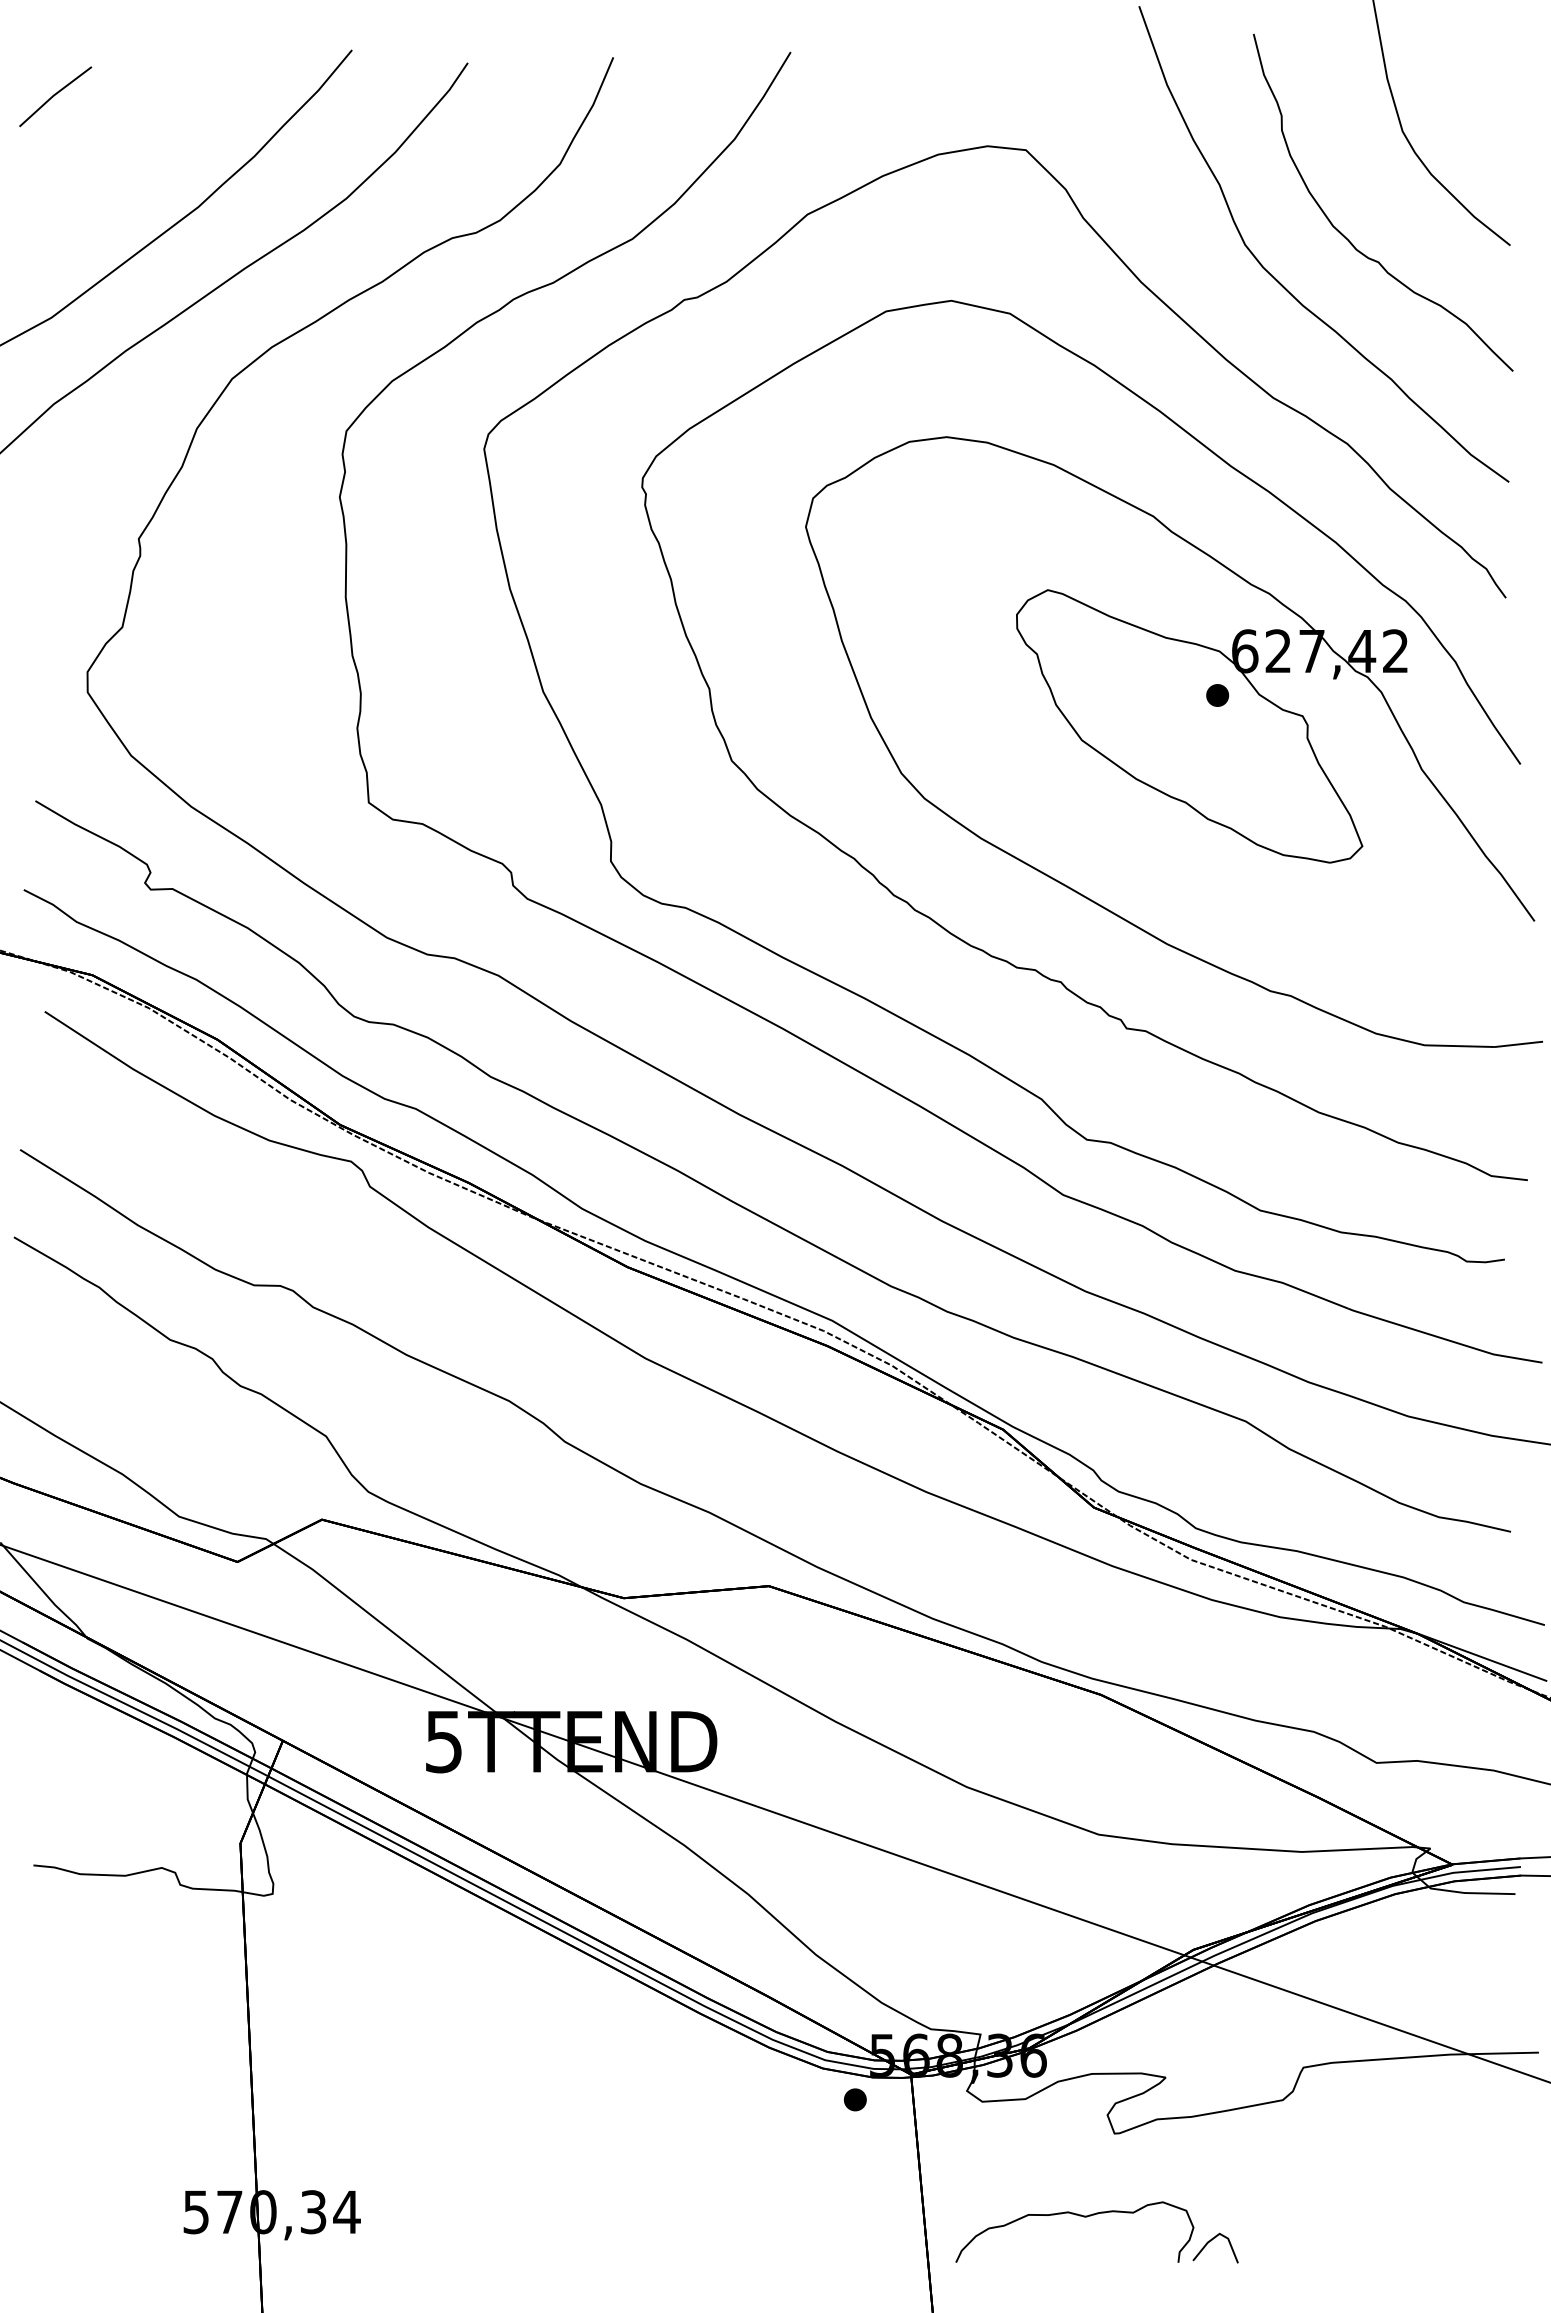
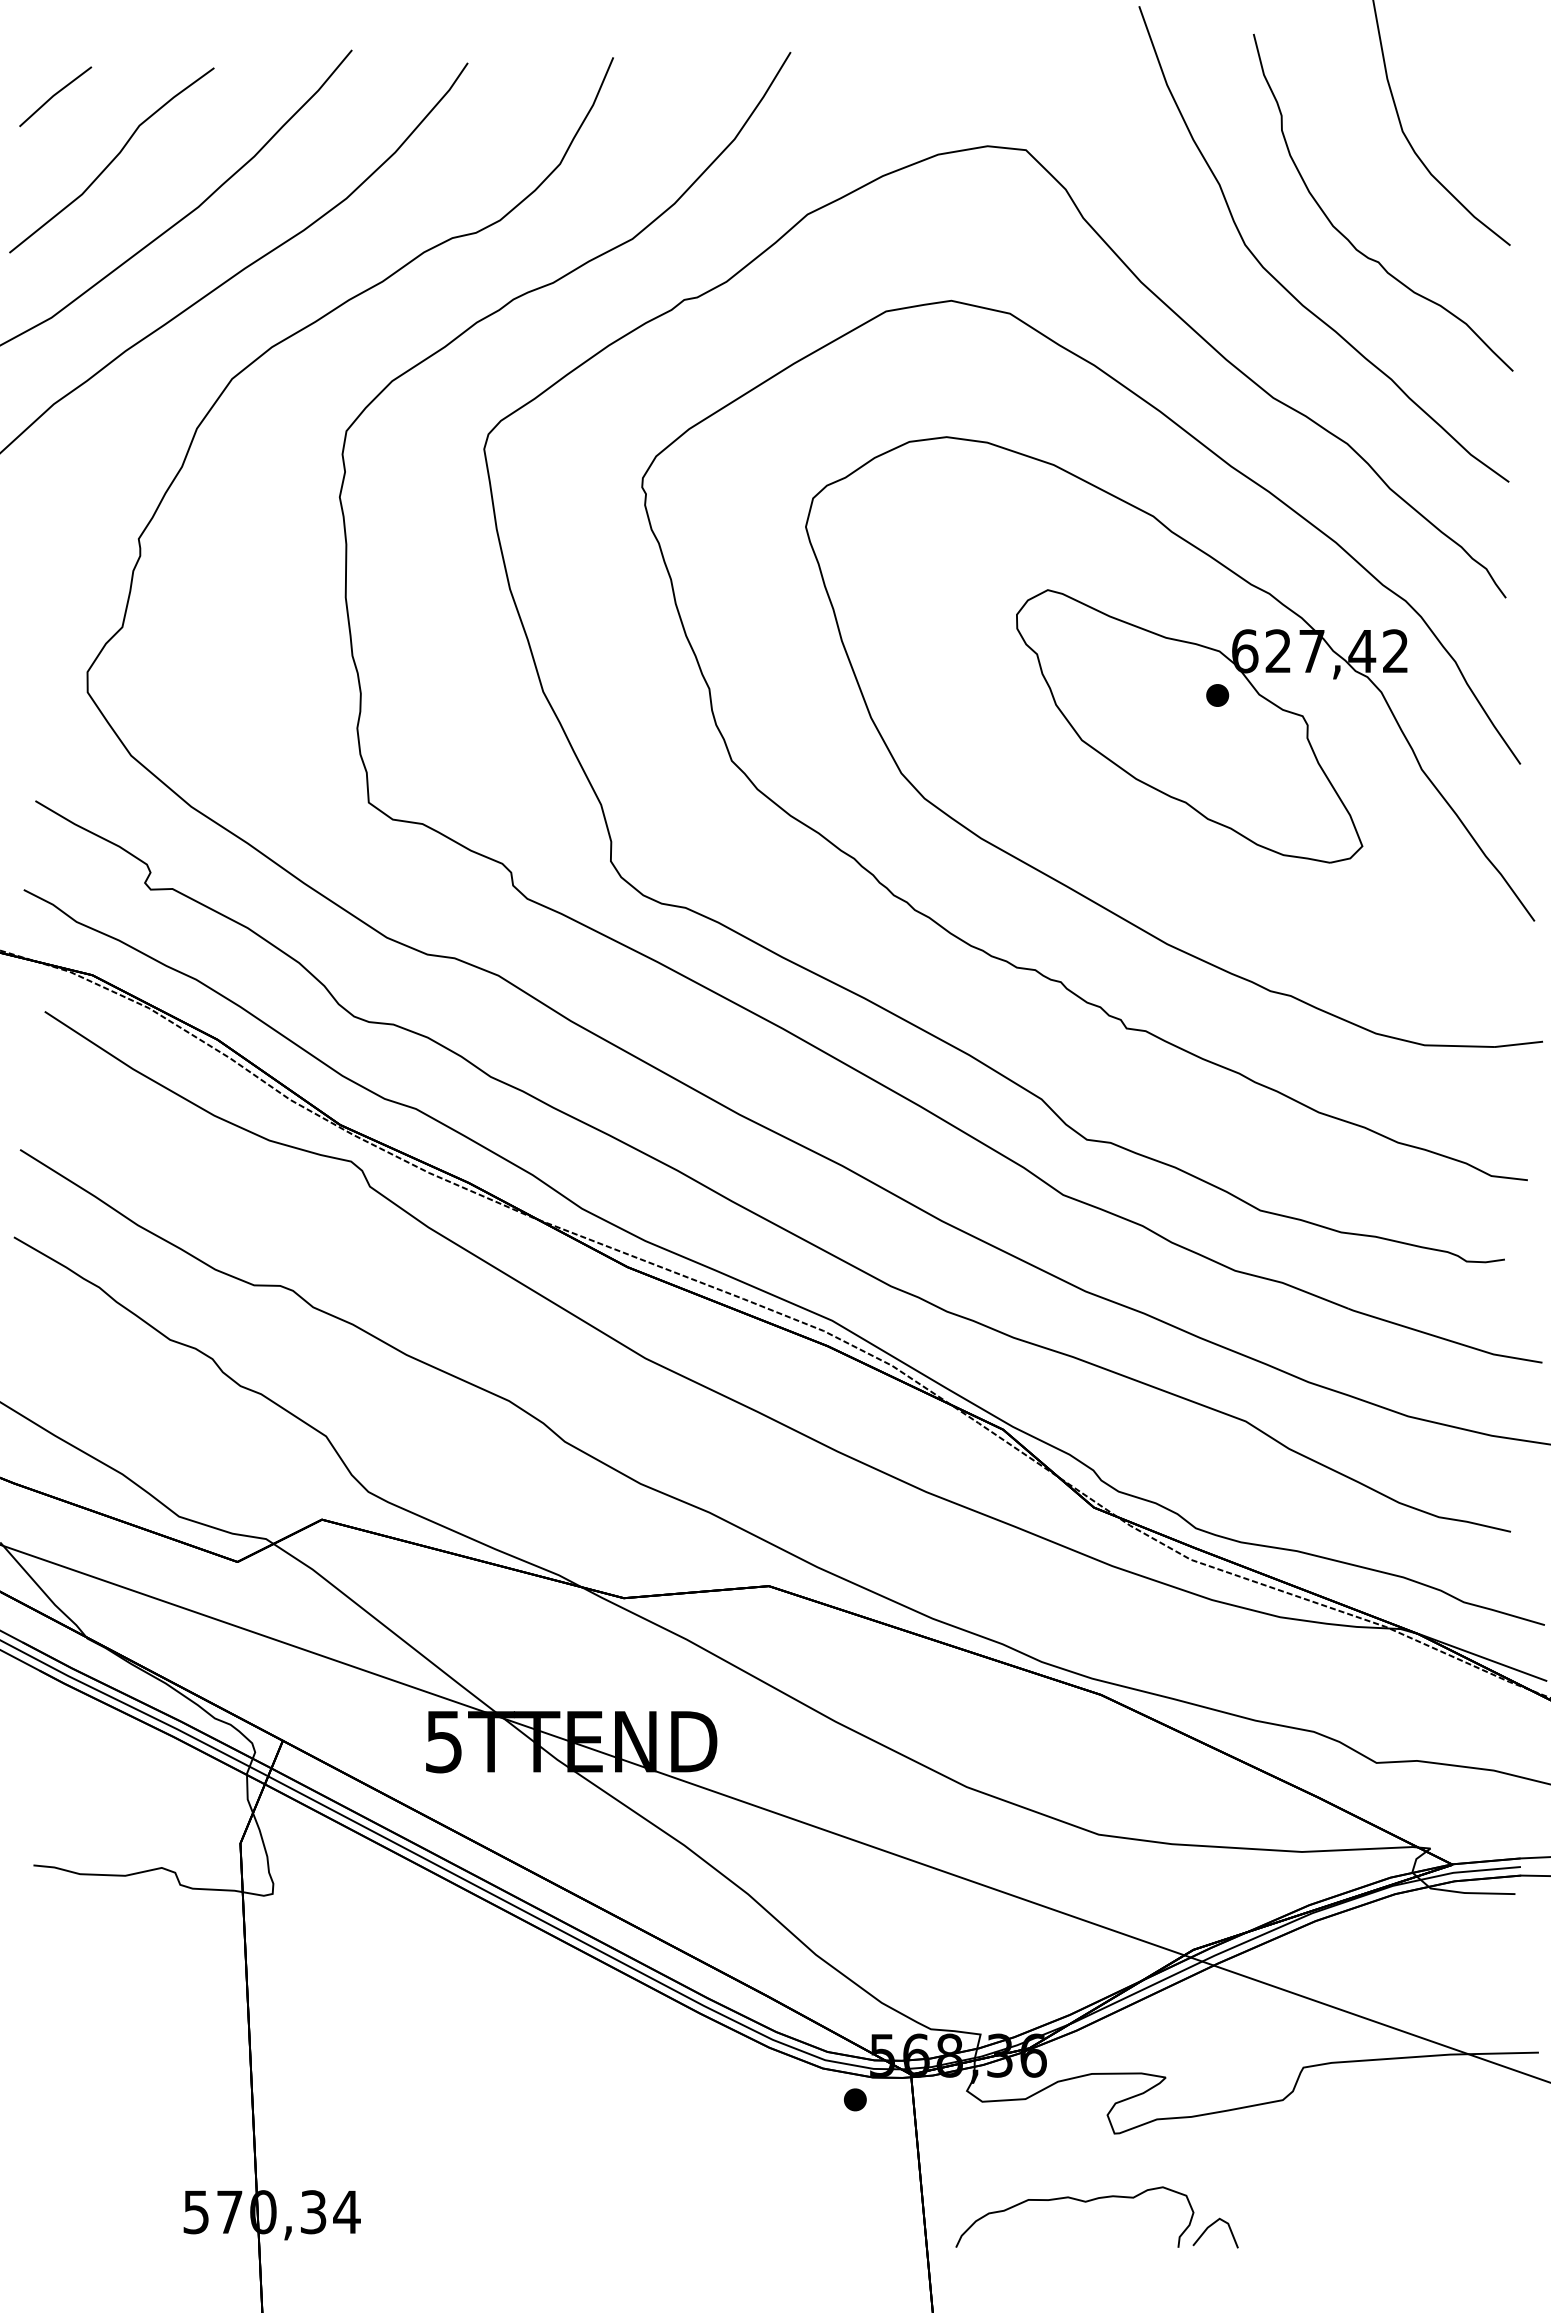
curve at (111, 160): none -> present
part at (1091, 2216) position: (1091, 2216) -> (1091, 2201)
